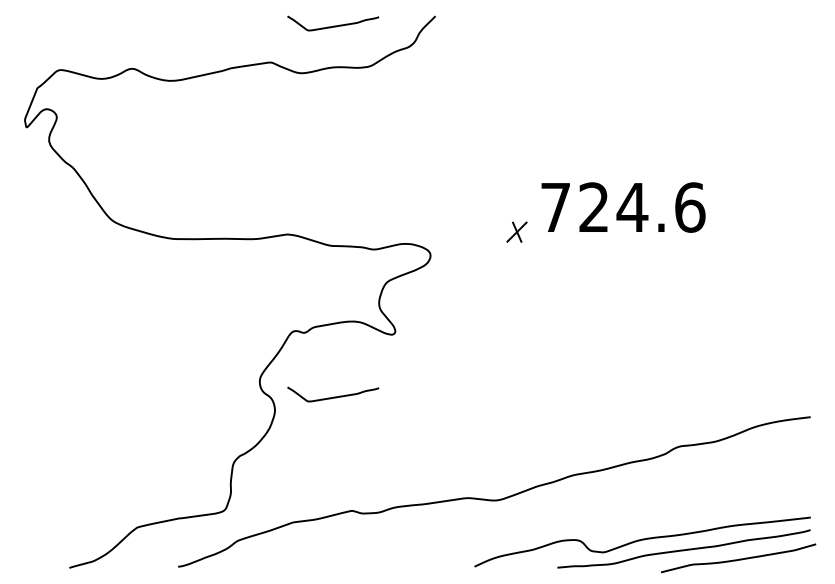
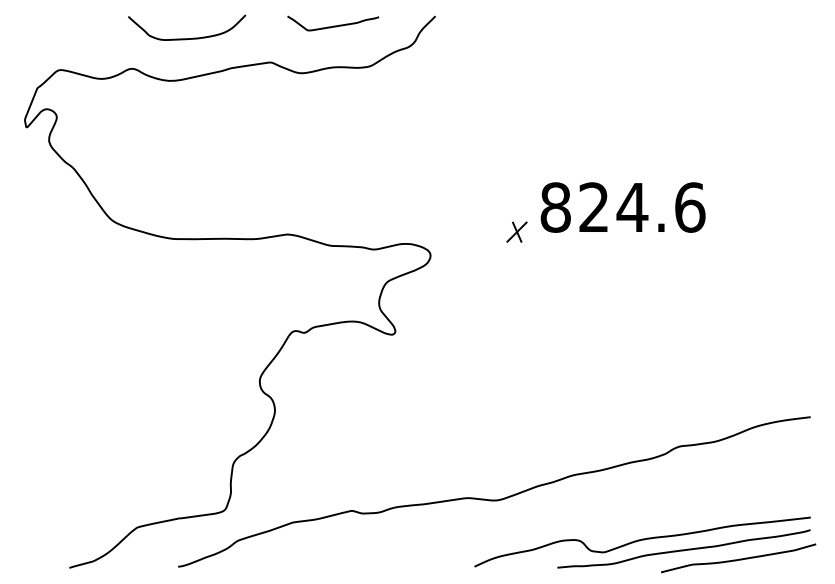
curve at (187, 38): none -> present
text at (555, 207): 724.6 -> 824.6
curve at (333, 396): present -> none
